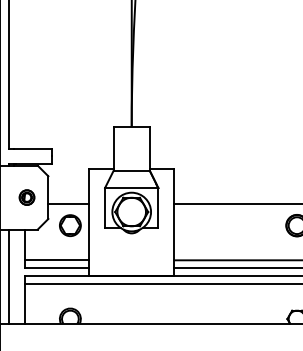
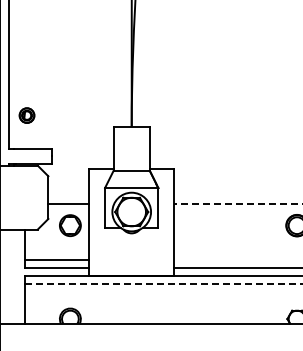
part at (26, 197) position: (26, 197) -> (26, 115)
line at (238, 204): solid -> dashed
line at (236, 260): present -> none
line at (9, 276): present -> none
line at (163, 284): solid -> dashed
